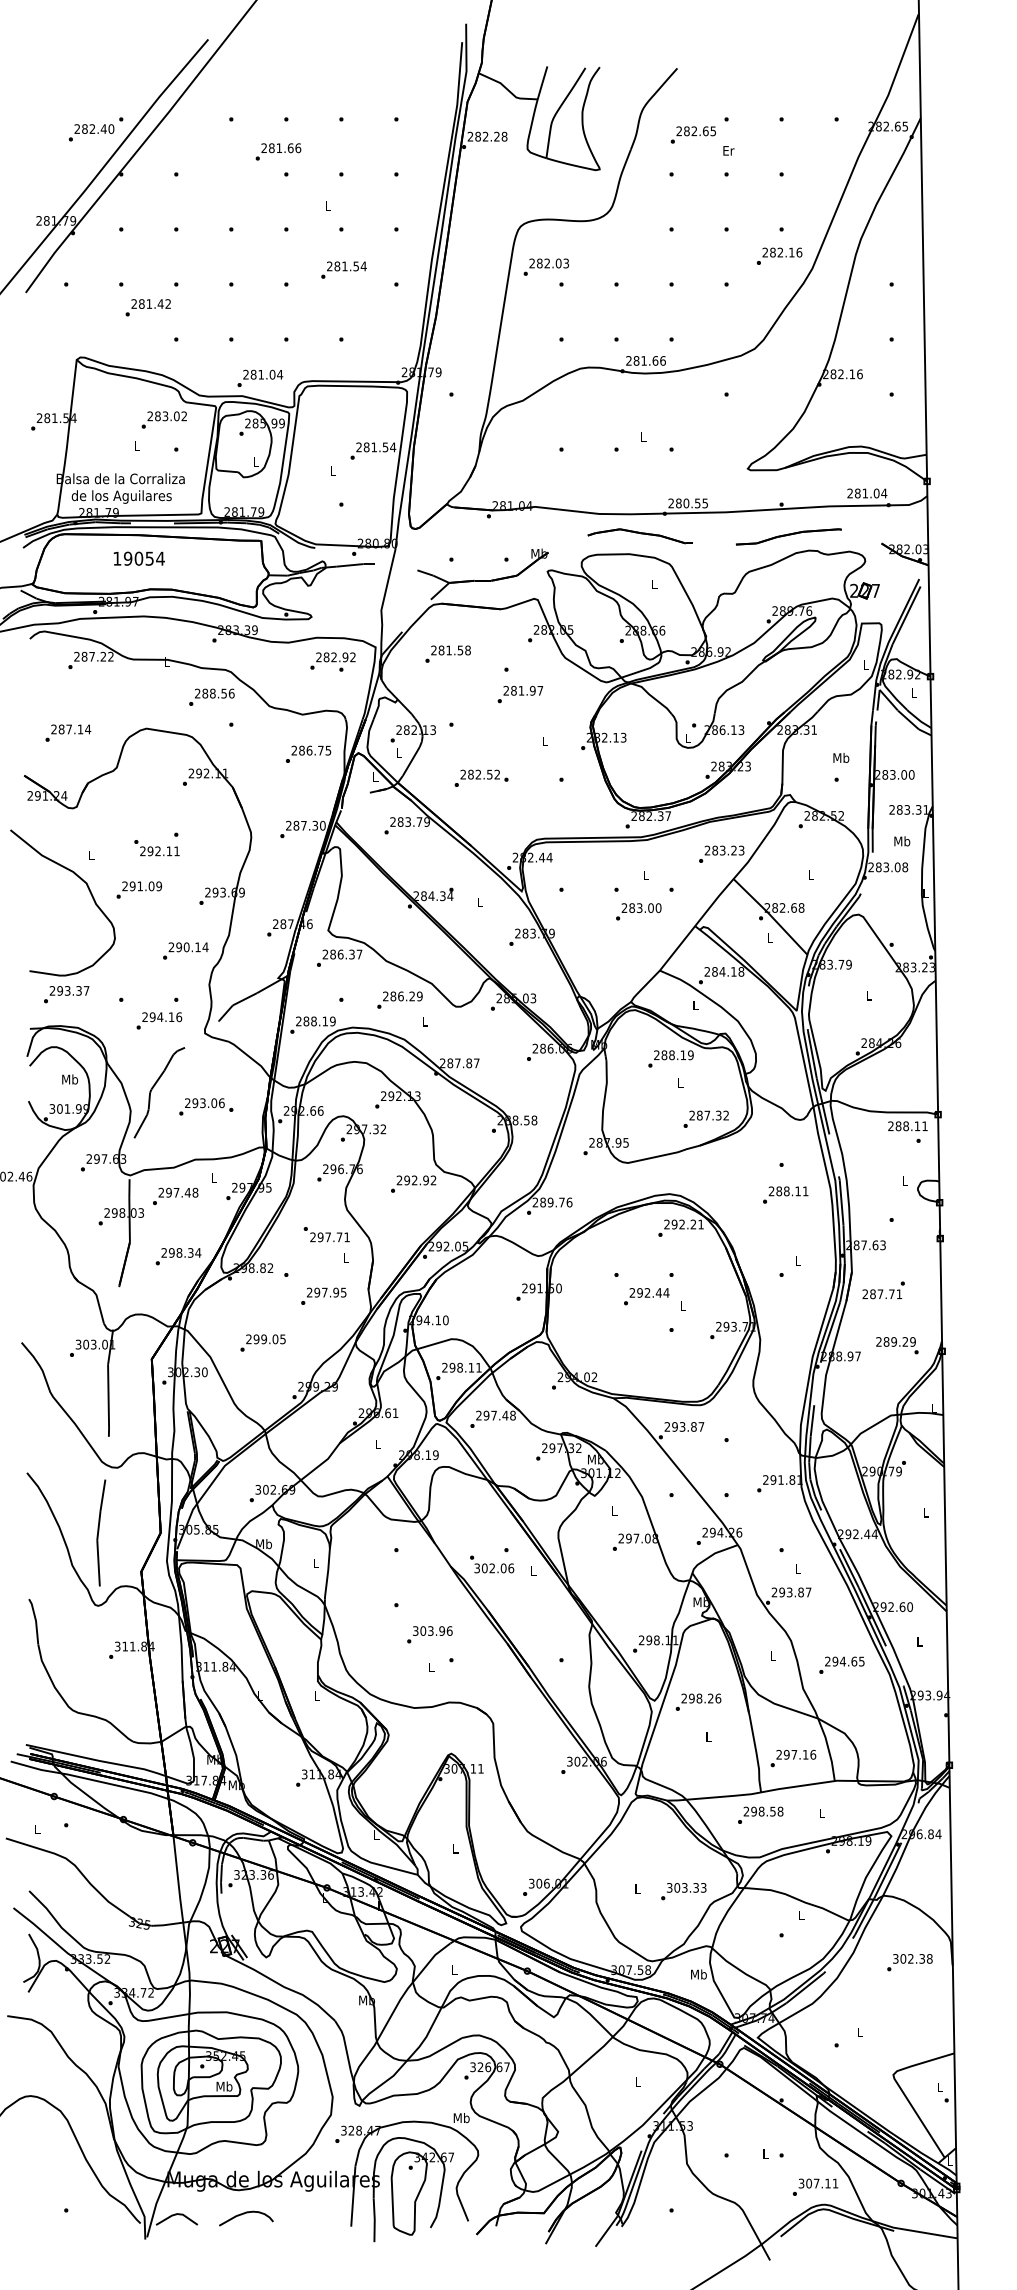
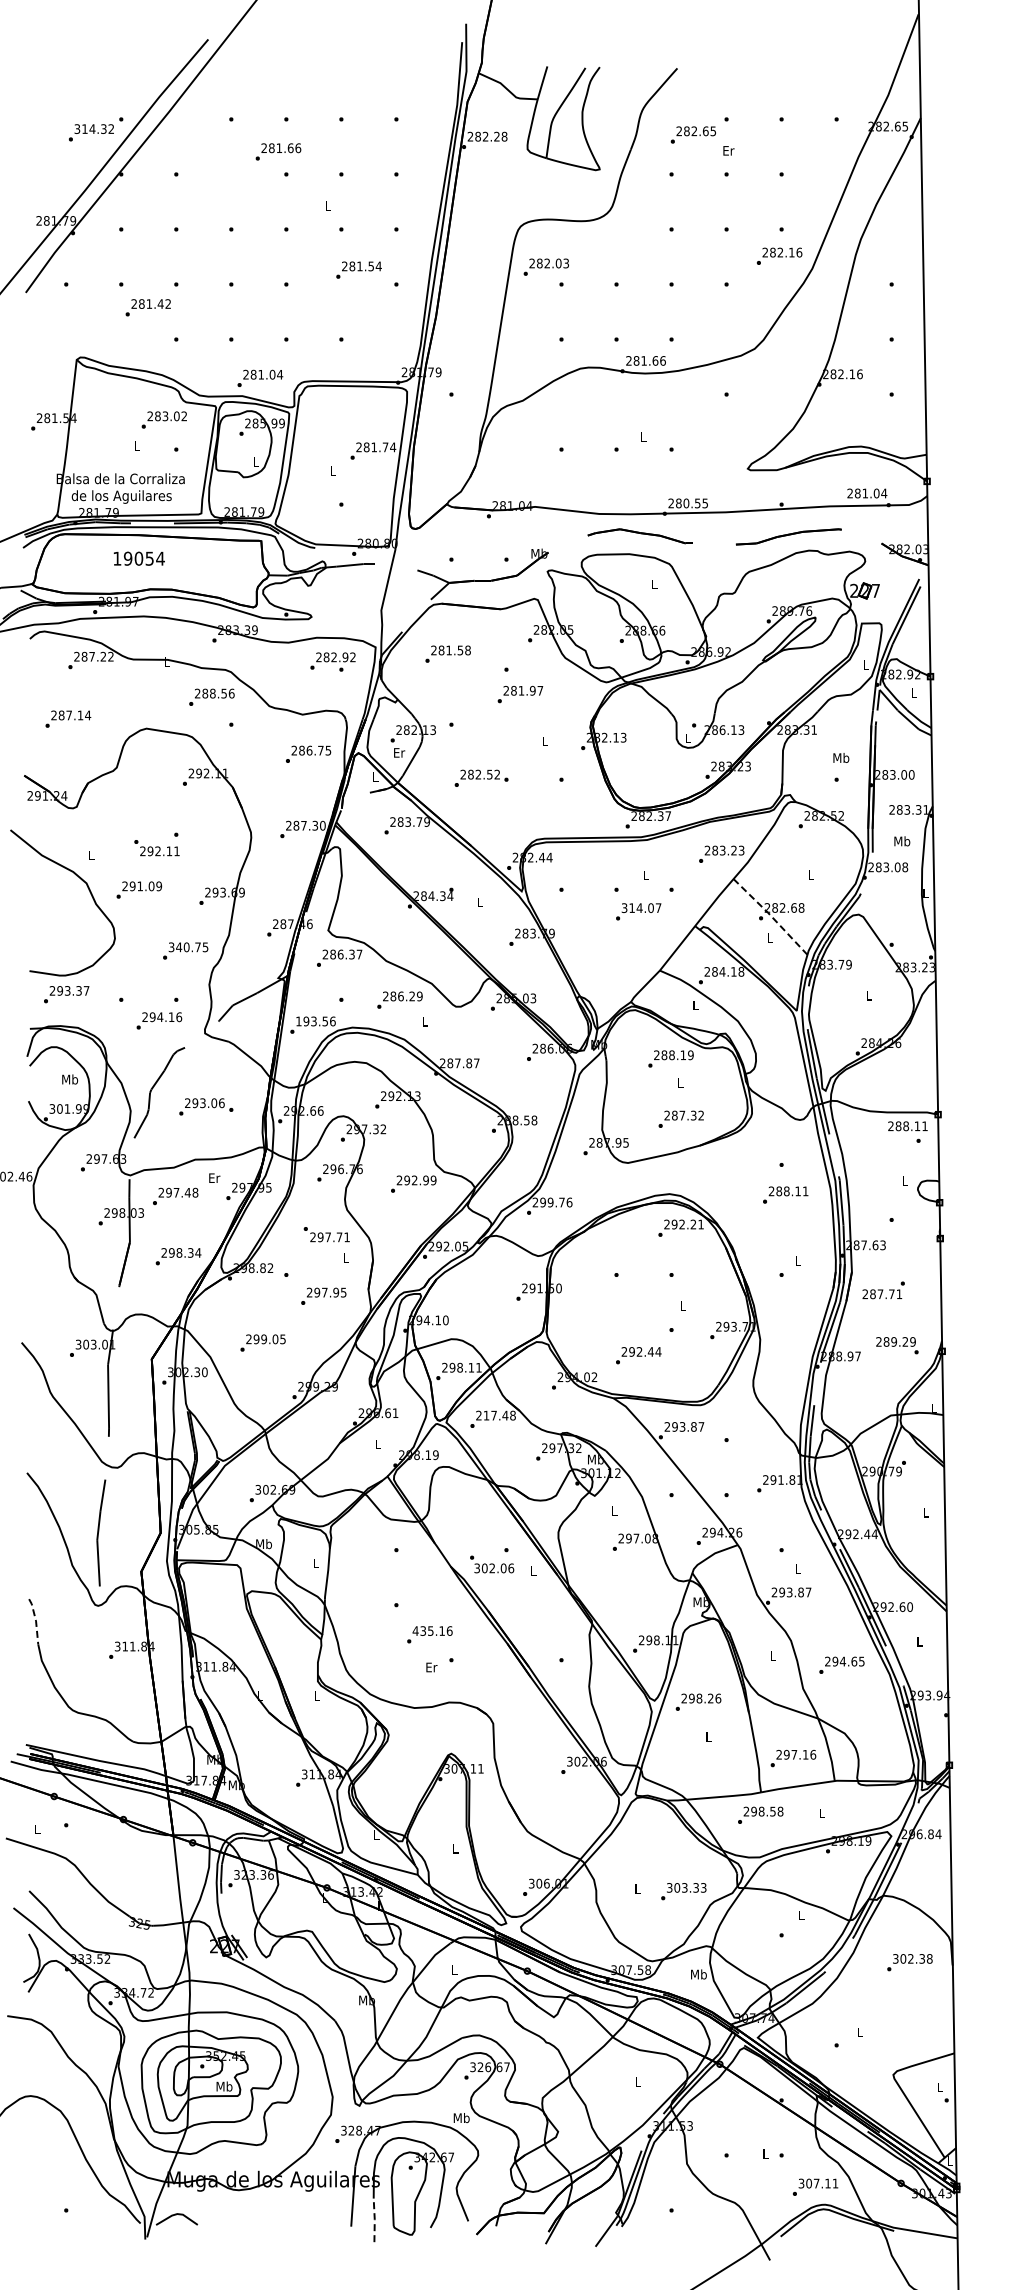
text at (94, 128): 282.40 -> 314.32
text at (343, 269) position: (343, 269) -> (358, 269)
text at (385, 447): 281.54 -> 281.74
text at (68, 732) position: (68, 732) -> (68, 718)
text at (399, 752): L -> Er
text at (641, 908): 283.00 -> 314.07
line at (770, 915): solid -> dashed
text at (188, 947): 290.14 -> 340.75
text at (315, 1021): 288.19 -> 193.56
text at (705, 1118) position: (705, 1118) -> (680, 1118)
text at (214, 1177): L -> Er
text at (433, 1180): 292.92 -> 292.99
text at (542, 1202): 289.76 -> 299.76
text at (646, 1296) position: (646, 1296) -> (638, 1355)
text at (486, 1415): 297.48 -> 217.48
line at (36, 1621): solid -> dashed
text at (428, 1630): 303.96 -> 435.16
text at (431, 1667): L -> Er
curve at (244, 2214): present -> none
line at (374, 2219): solid -> dashed
